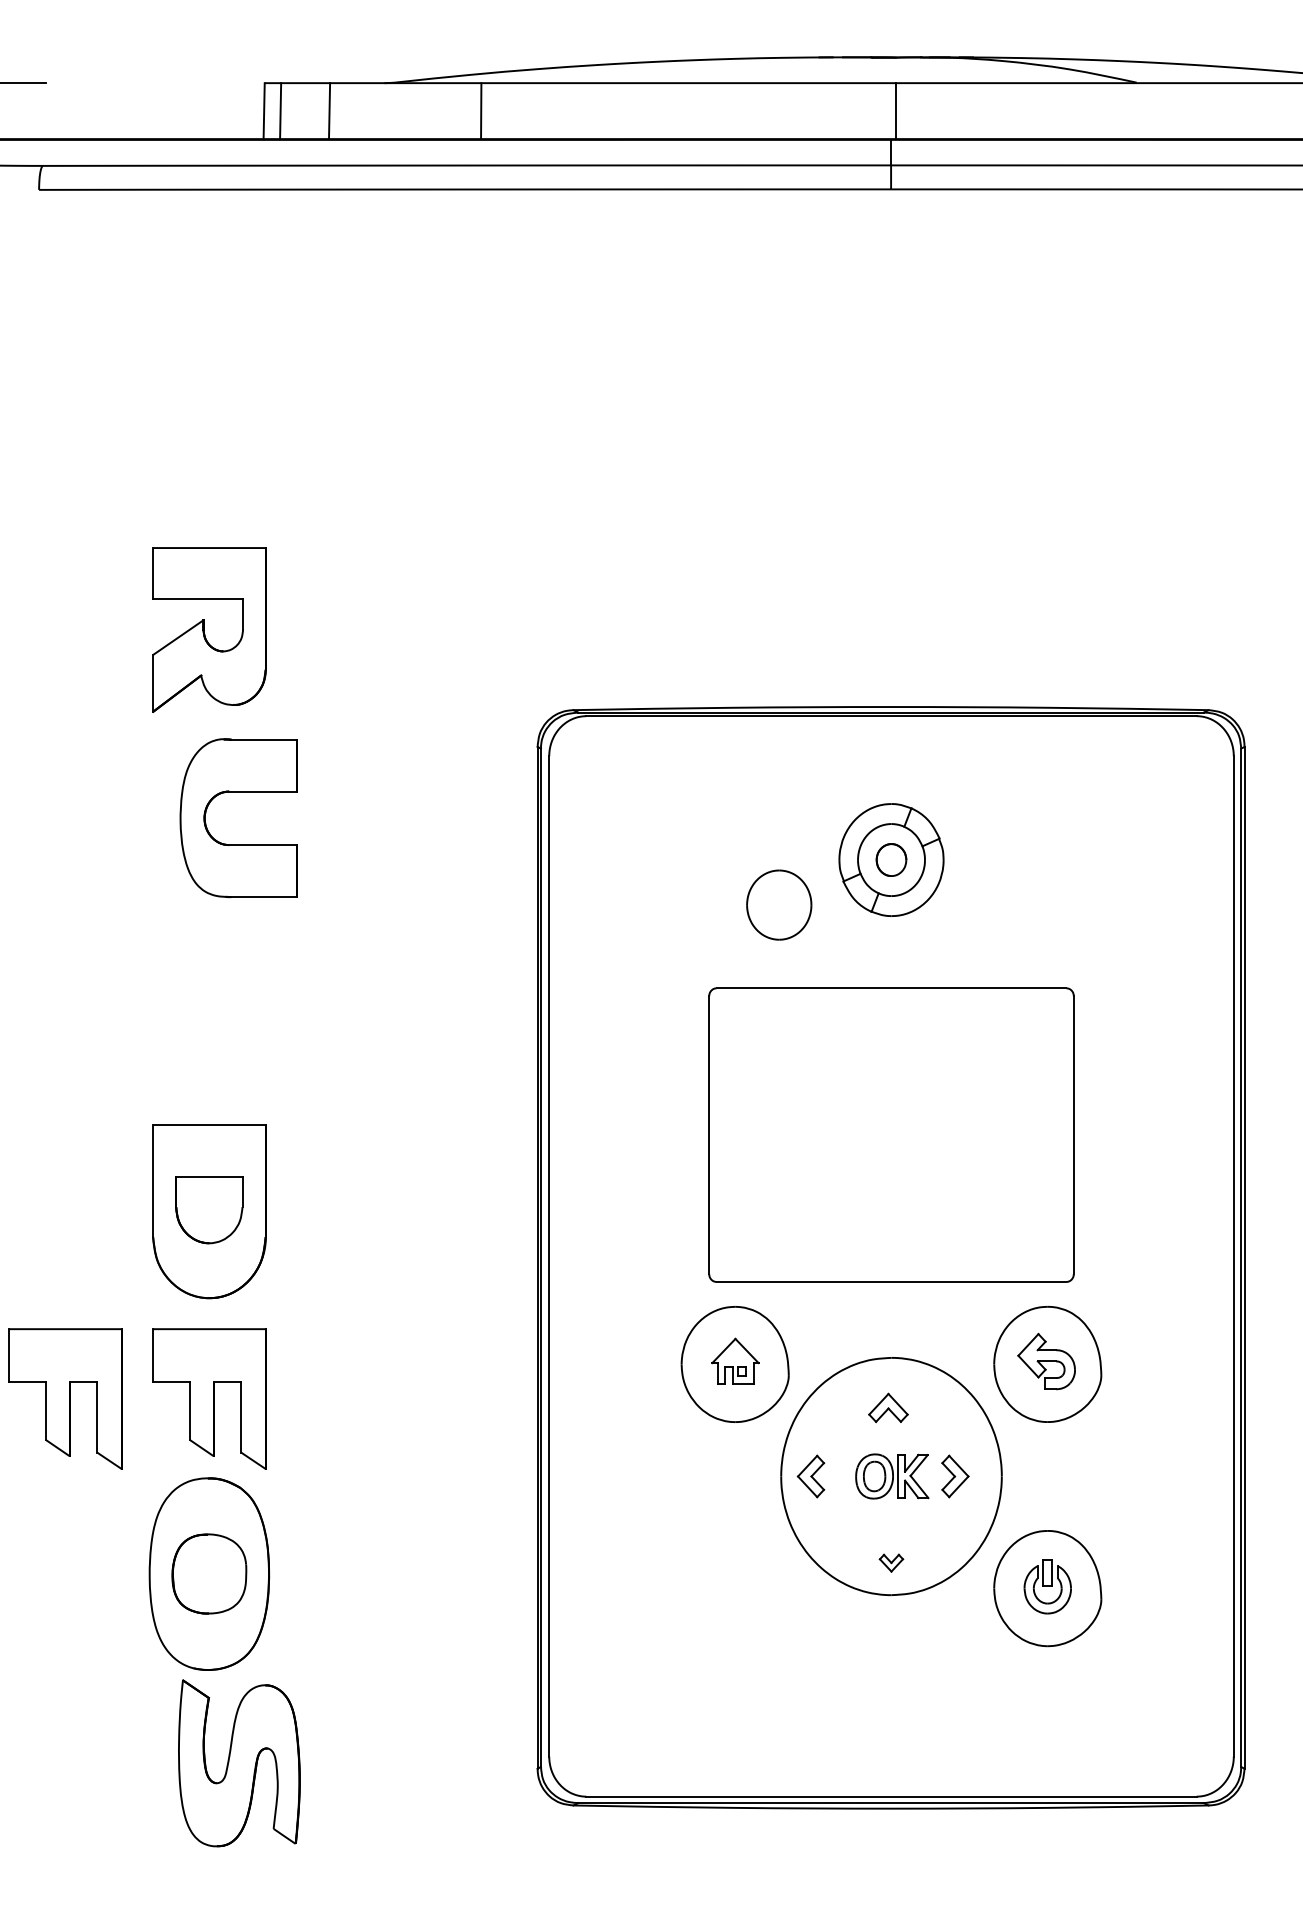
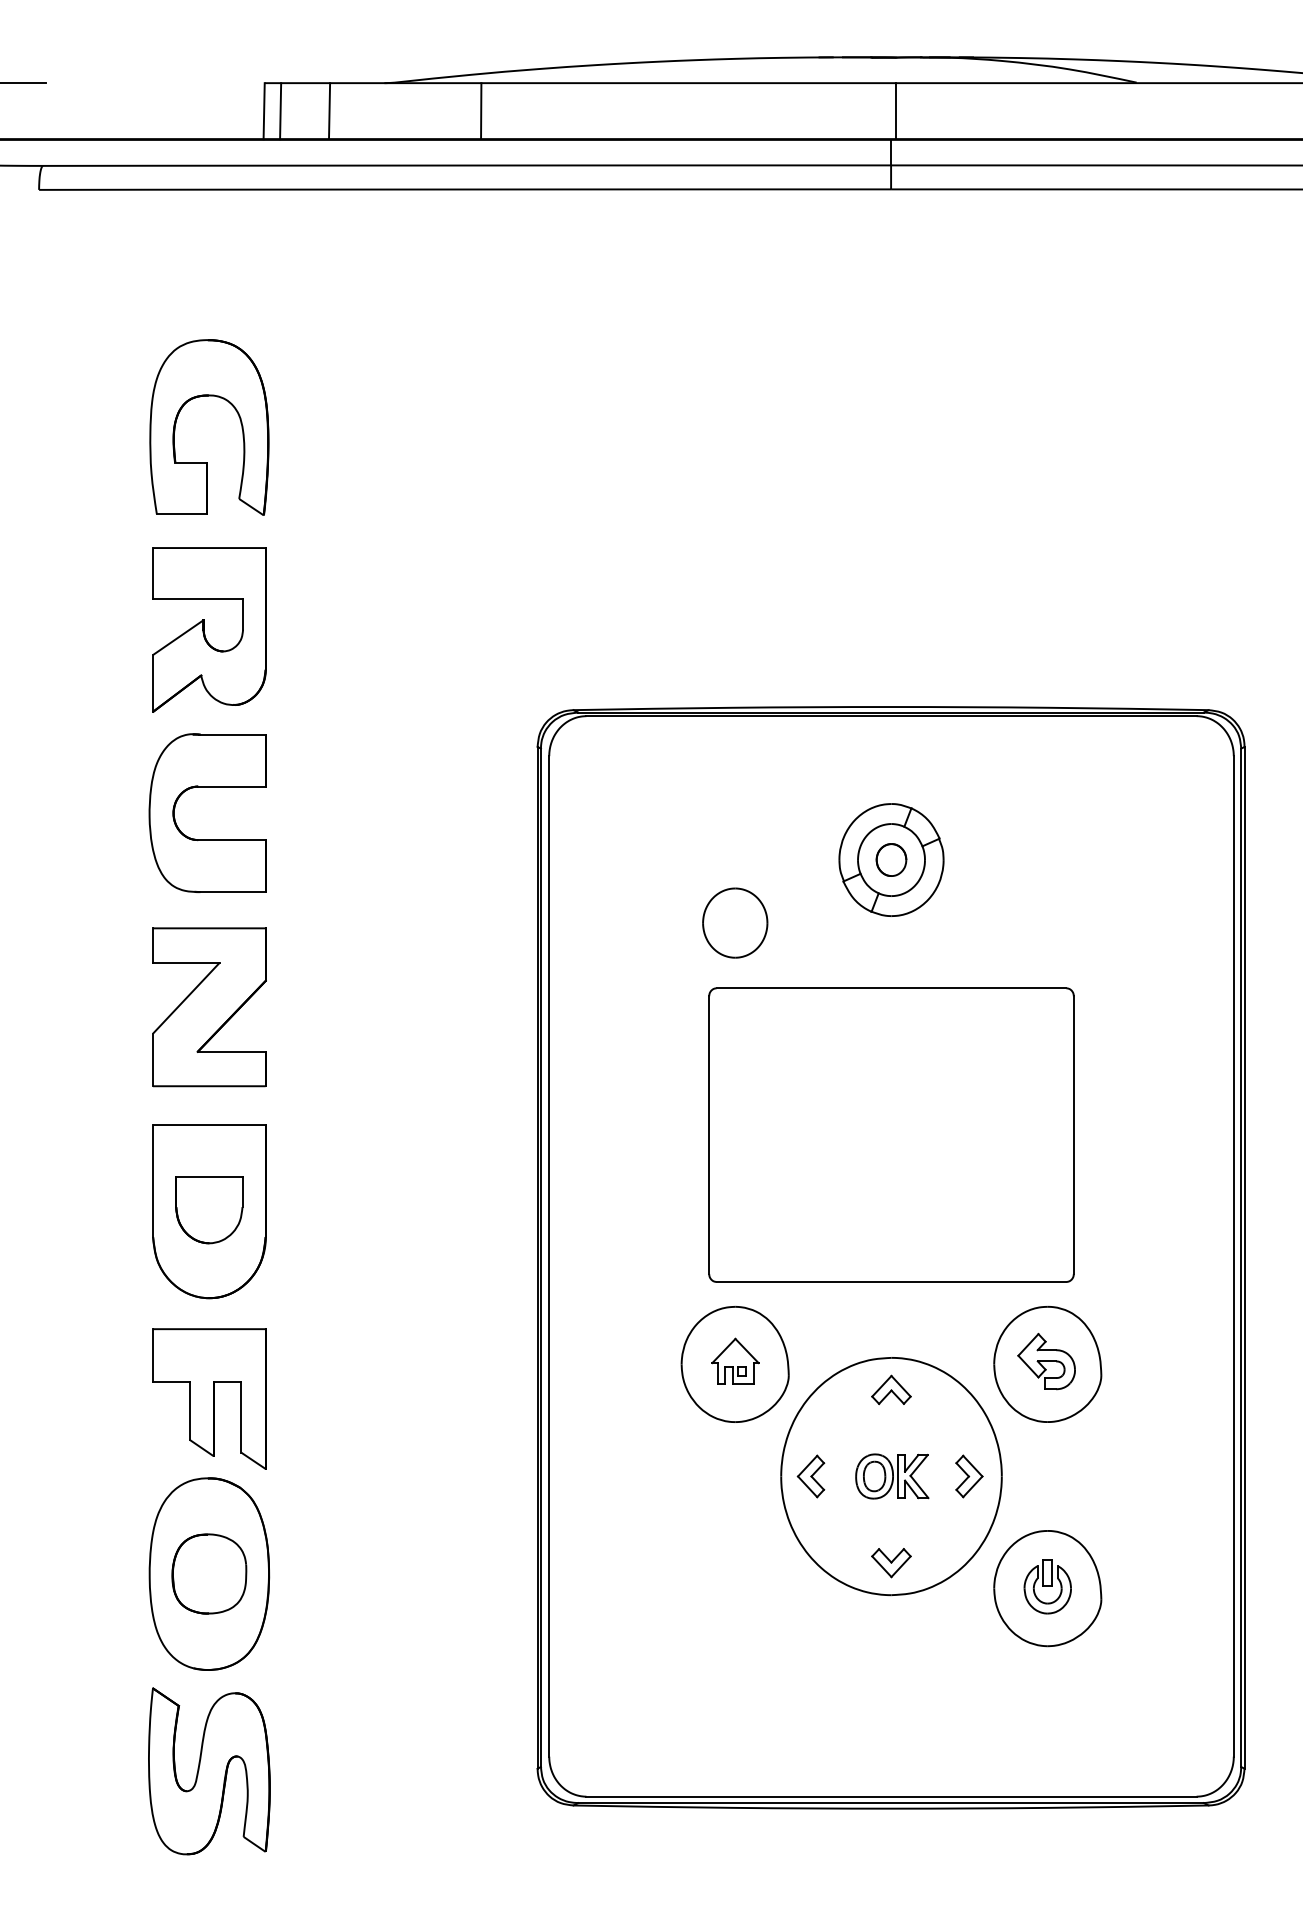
part at (234, 409): none -> present
part at (238, 792) position: (238, 792) -> (207, 787)
part at (779, 904) position: (779, 904) -> (735, 922)
part at (209, 1007): none -> present
part at (65, 1398): present -> none
part at (888, 1407) position: (888, 1407) -> (891, 1389)
part at (955, 1476) position: (955, 1476) -> (969, 1476)
part at (891, 1562) size: 27x20 px -> 41x31 px
part at (239, 1763) position: (239, 1763) -> (209, 1771)
